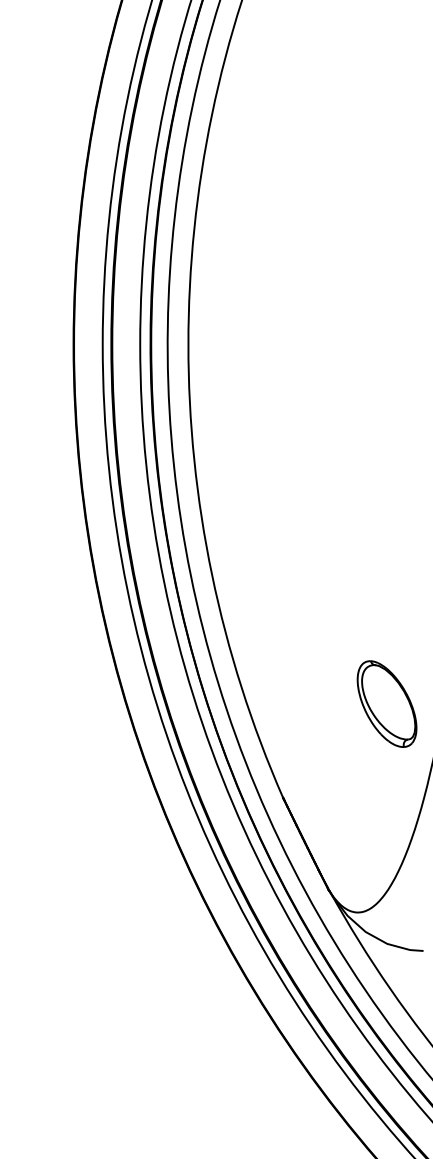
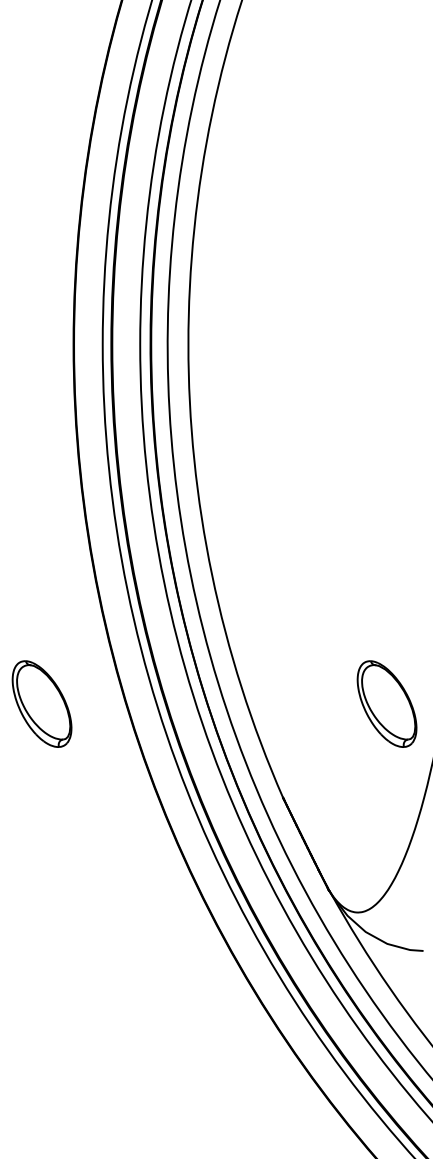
part at (41, 703): none -> present
